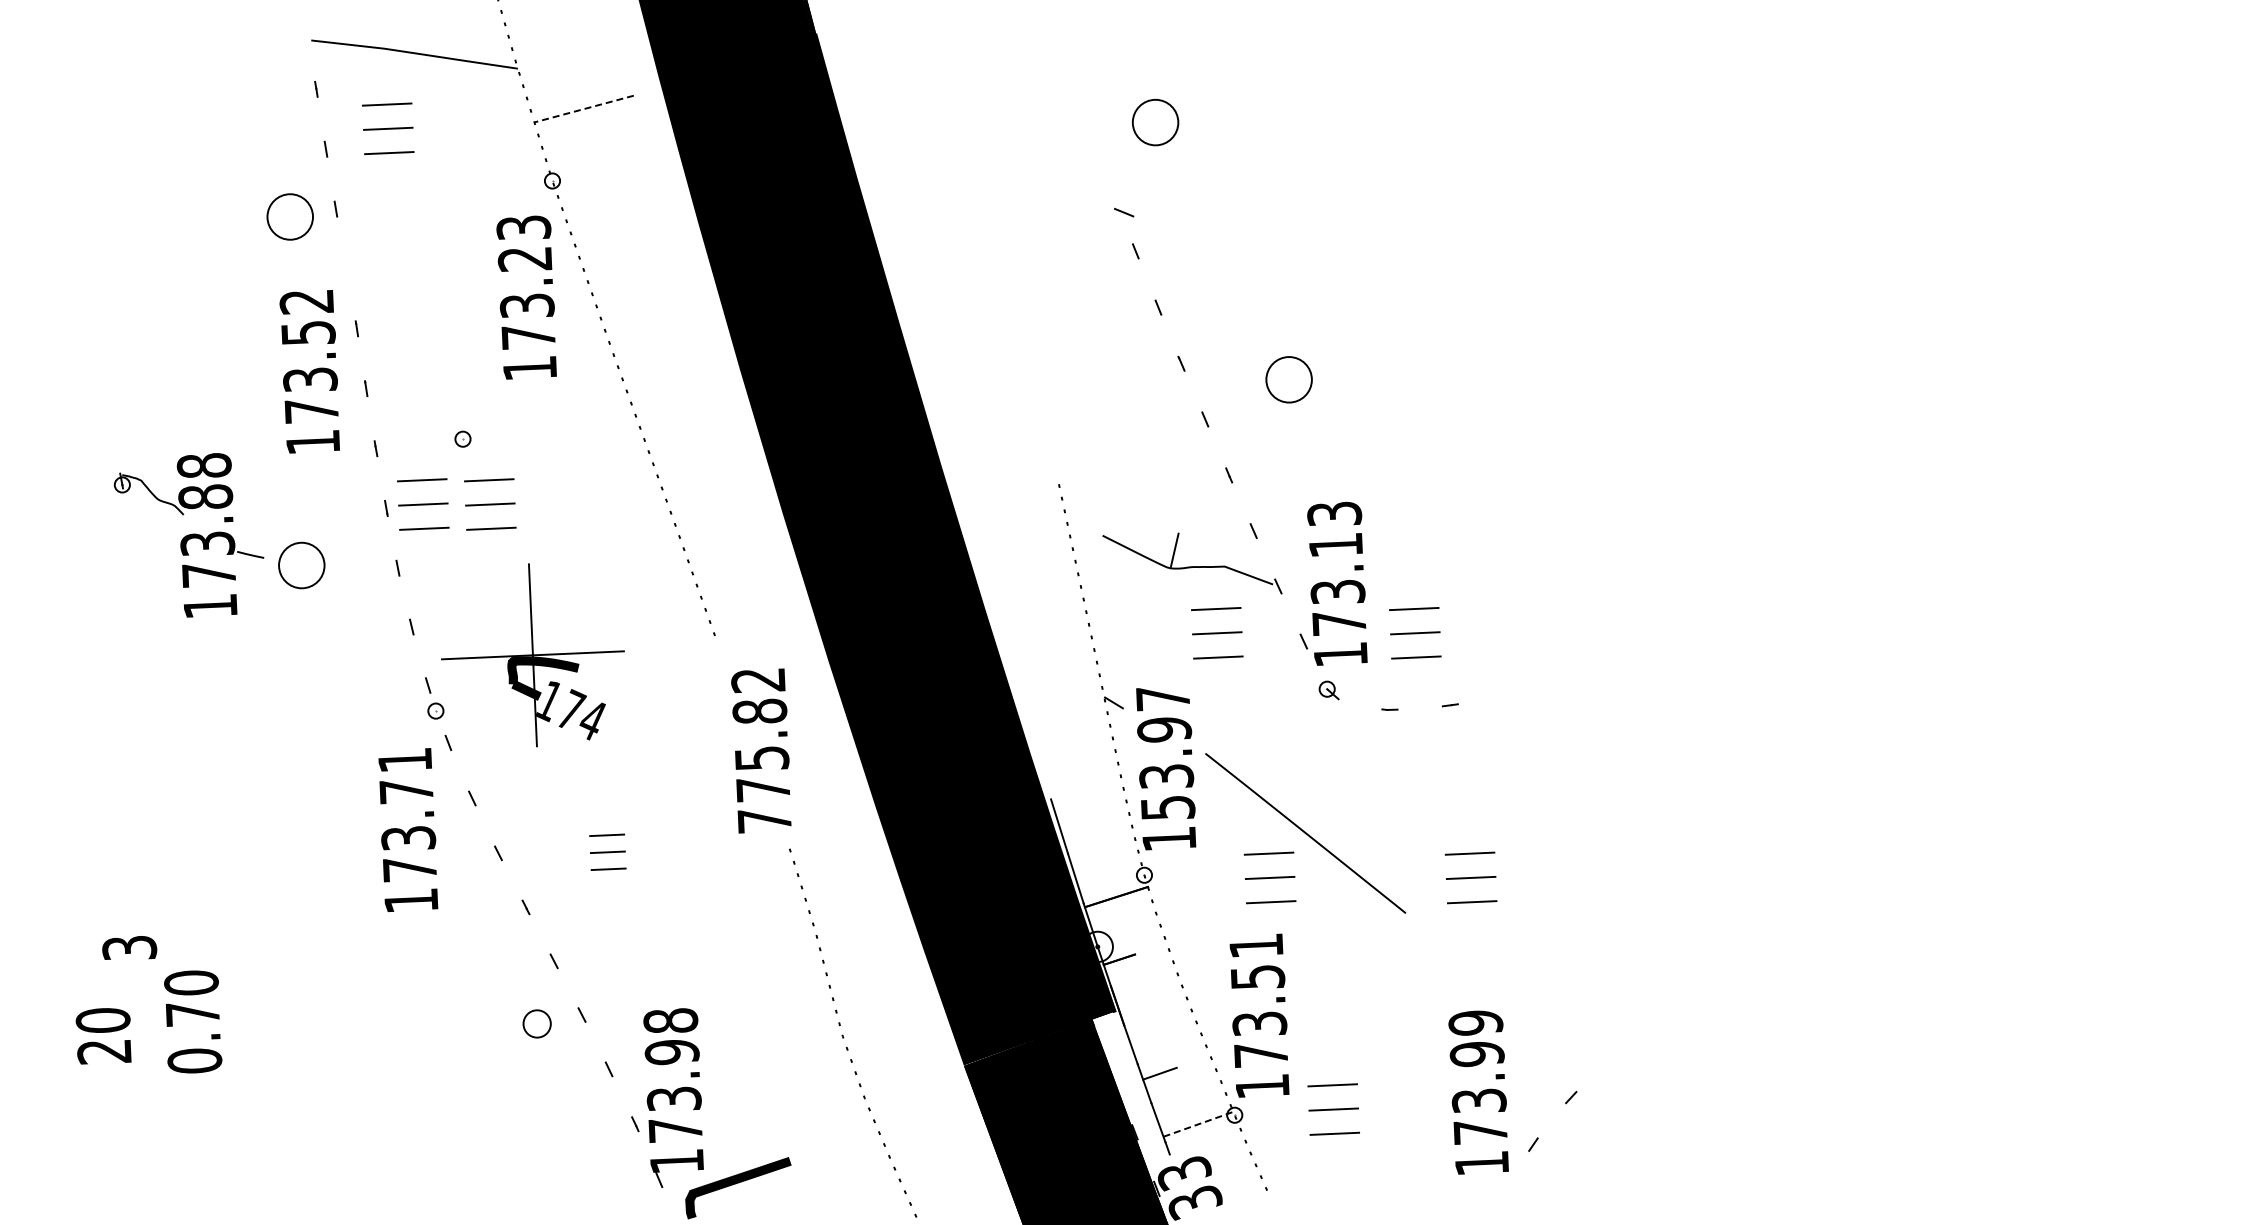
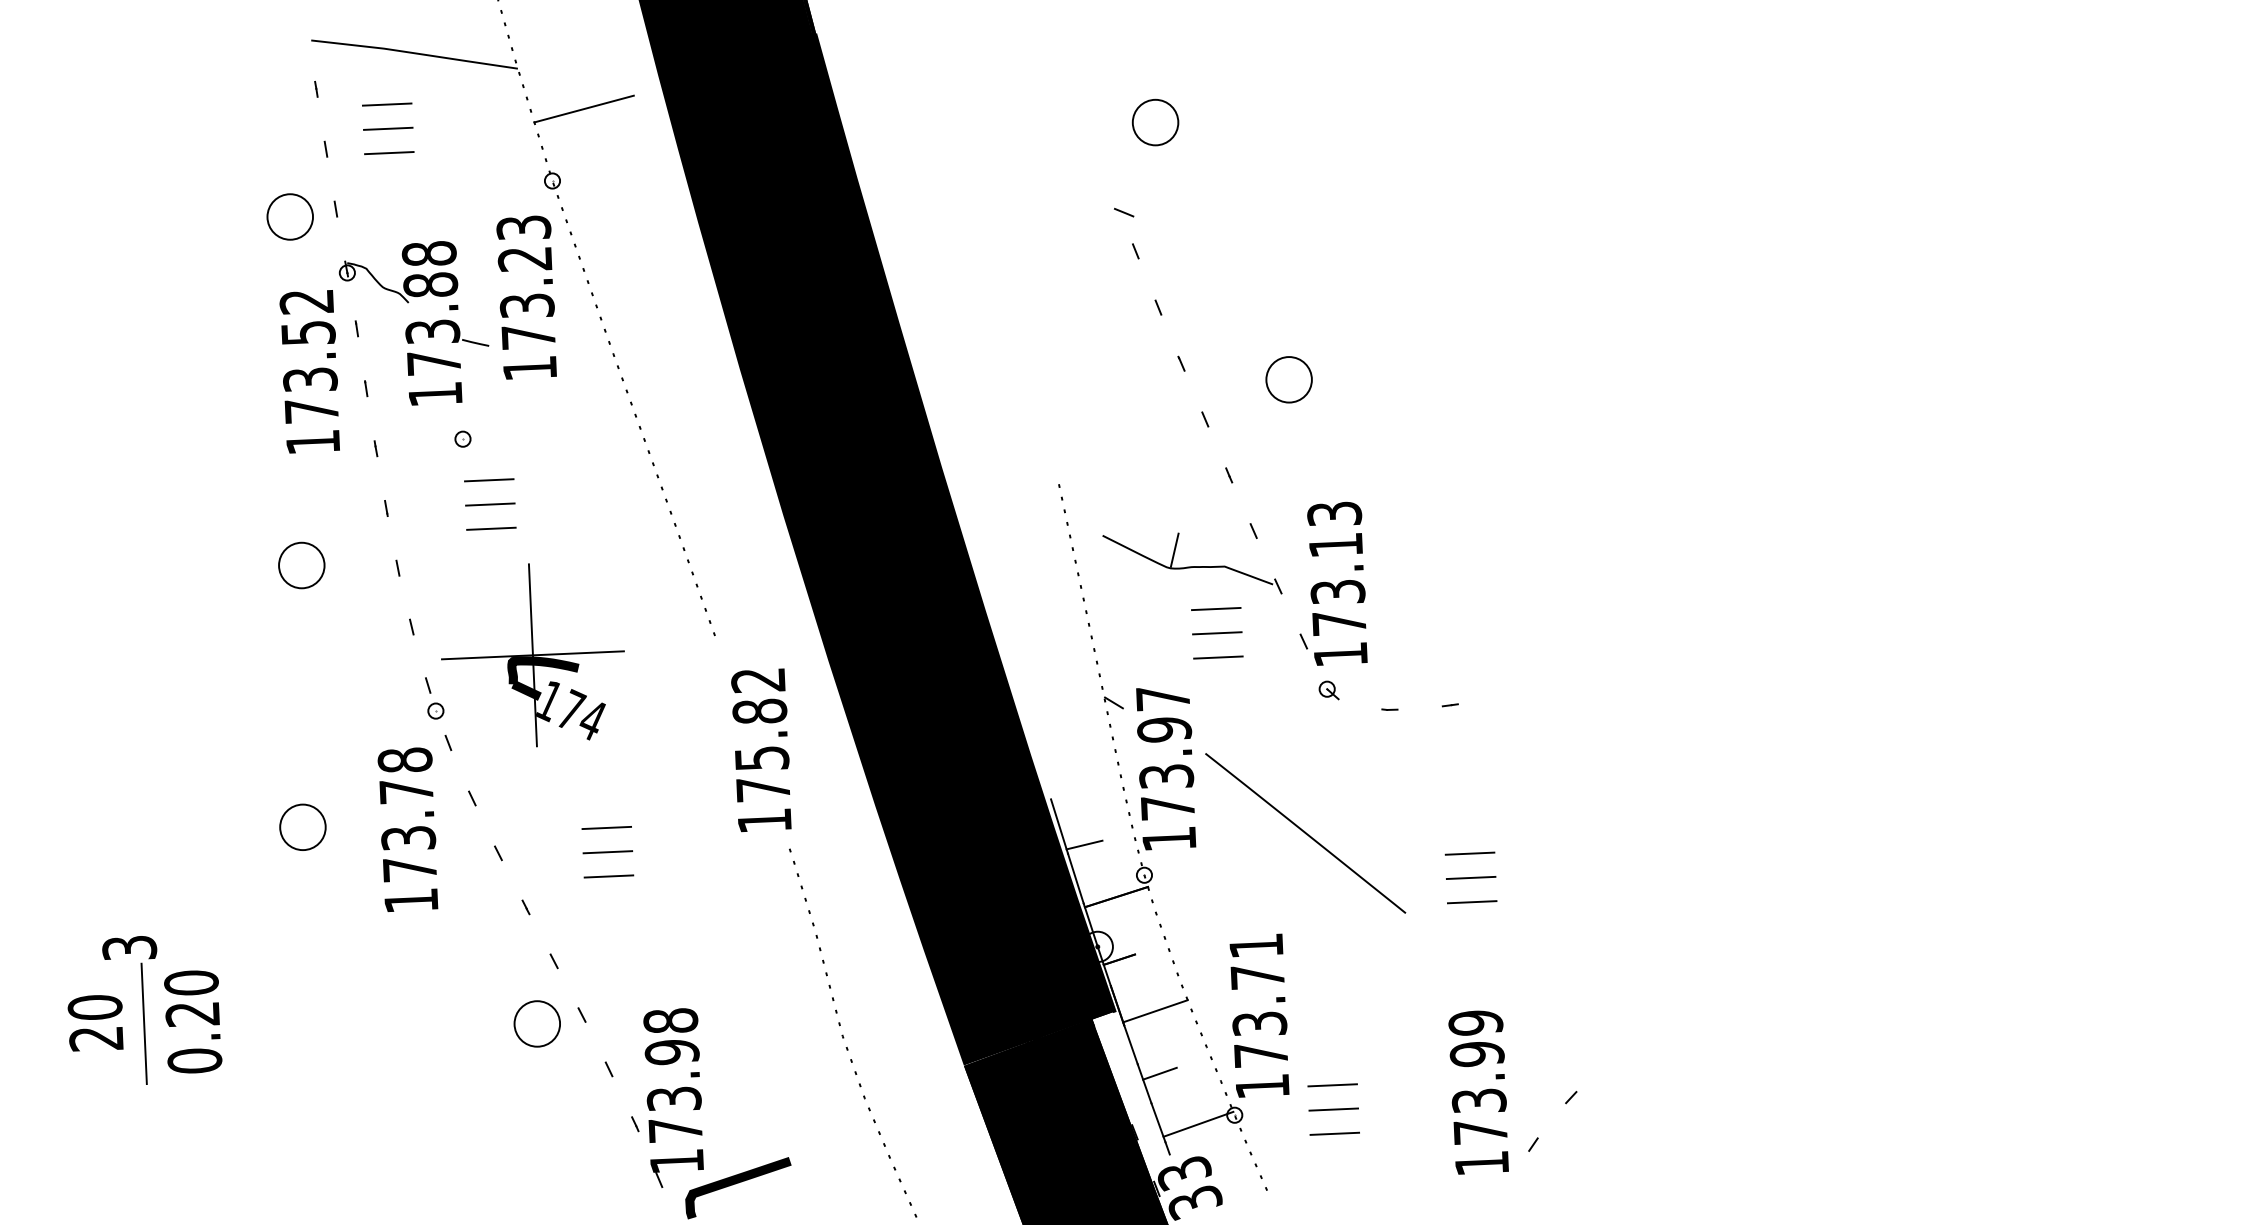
line at (583, 109): dashed -> solid
part at (423, 504): present -> none
part at (188, 535) position: (188, 535) -> (413, 323)
part at (1415, 633): present -> none
text at (404, 759): 173.71 -> 173.78
text at (1168, 808): 153.97 -> 173.97
text at (764, 820): 775.82 -> 175.82
part at (302, 826): none -> present
line at (1084, 844): none -> present
part at (607, 851) size: 38x38 px -> 54x53 px
part at (1269, 877): present -> none
text at (1257, 977): 173.51 -> 173.71
line at (1155, 1011): none -> present
text at (192, 1014): 0.70 -> 0.20
line at (143, 1023): none -> present
part at (536, 1023) size: 30x30 px -> 48x48 px
text at (103, 1036) position: (103, 1036) -> (95, 1023)
line at (1198, 1124): dashed -> solid
